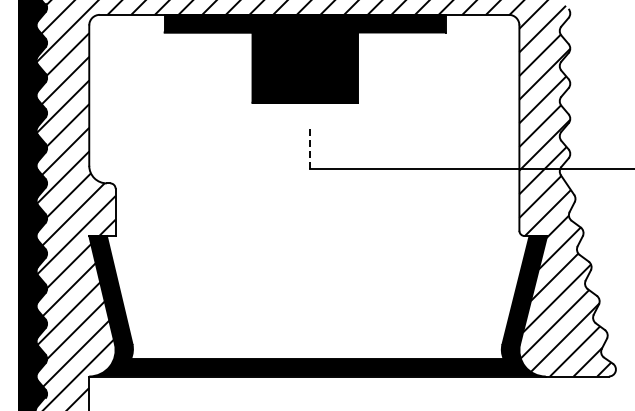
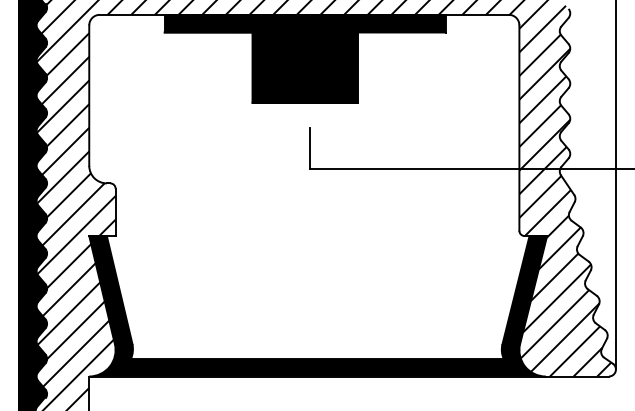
line at (310, 148): dashed -> solid
line at (615, 185): none -> present
